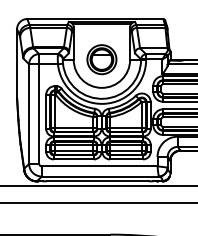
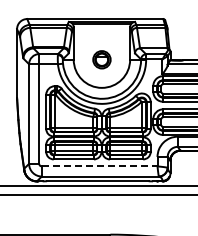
part at (101, 59) size: 32x32 px -> 20x20 px
line at (99, 166): solid -> dashed
line at (98, 203) position: (98, 203) -> (98, 195)
